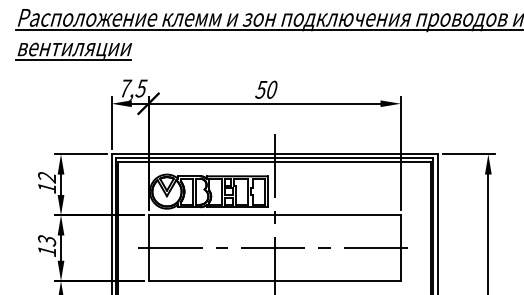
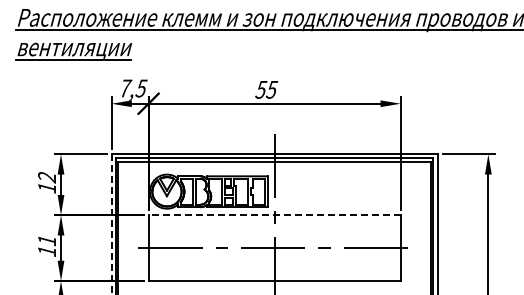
text at (271, 89): 50 -> 55
line at (274, 215): solid -> dashed
line at (111, 224): solid -> dashed
text at (47, 240): 13 -> 11
